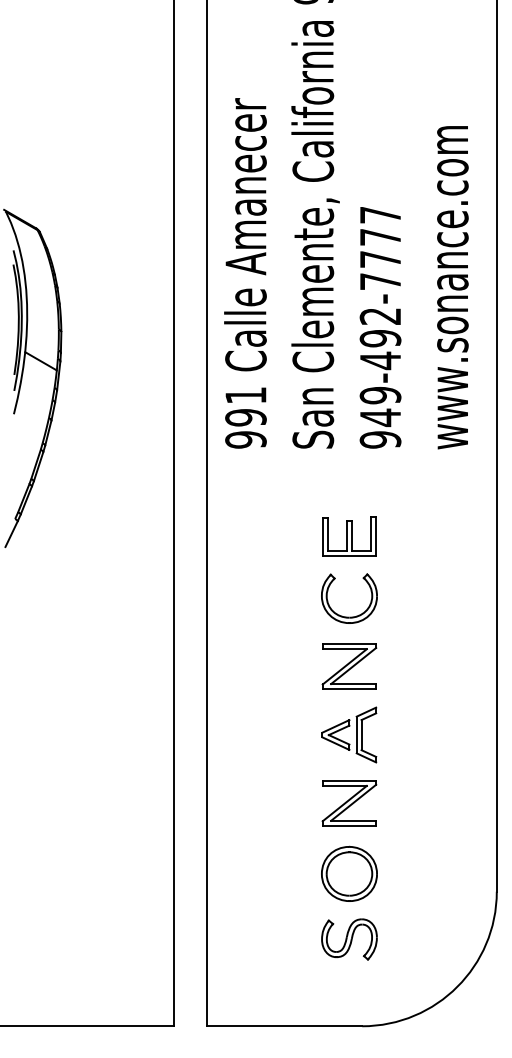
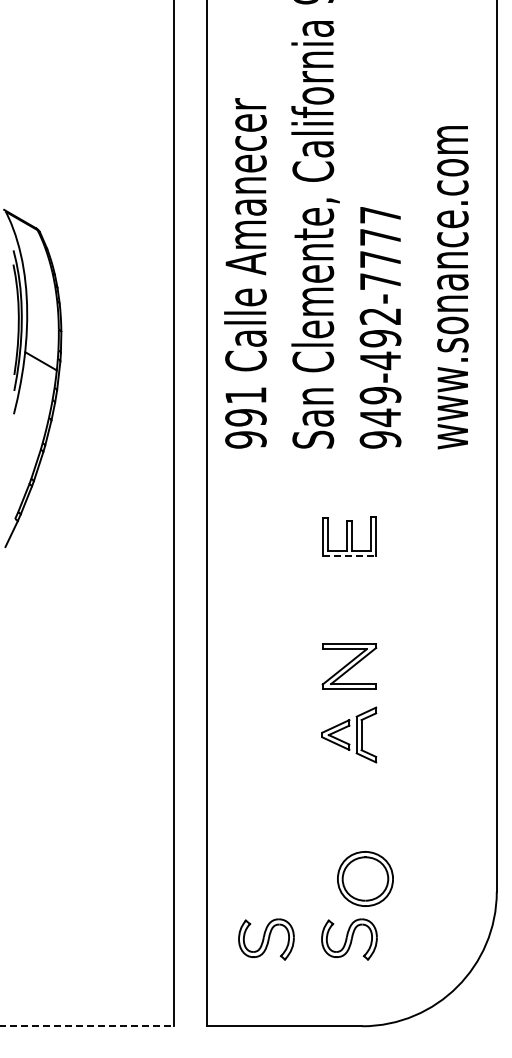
line at (349, 556): solid -> dashed
part at (349, 616): present -> none
part at (349, 803): present -> none
part at (349, 873) position: (349, 873) -> (365, 878)
part at (266, 939): none -> present
line at (87, 1026): solid -> dashed
